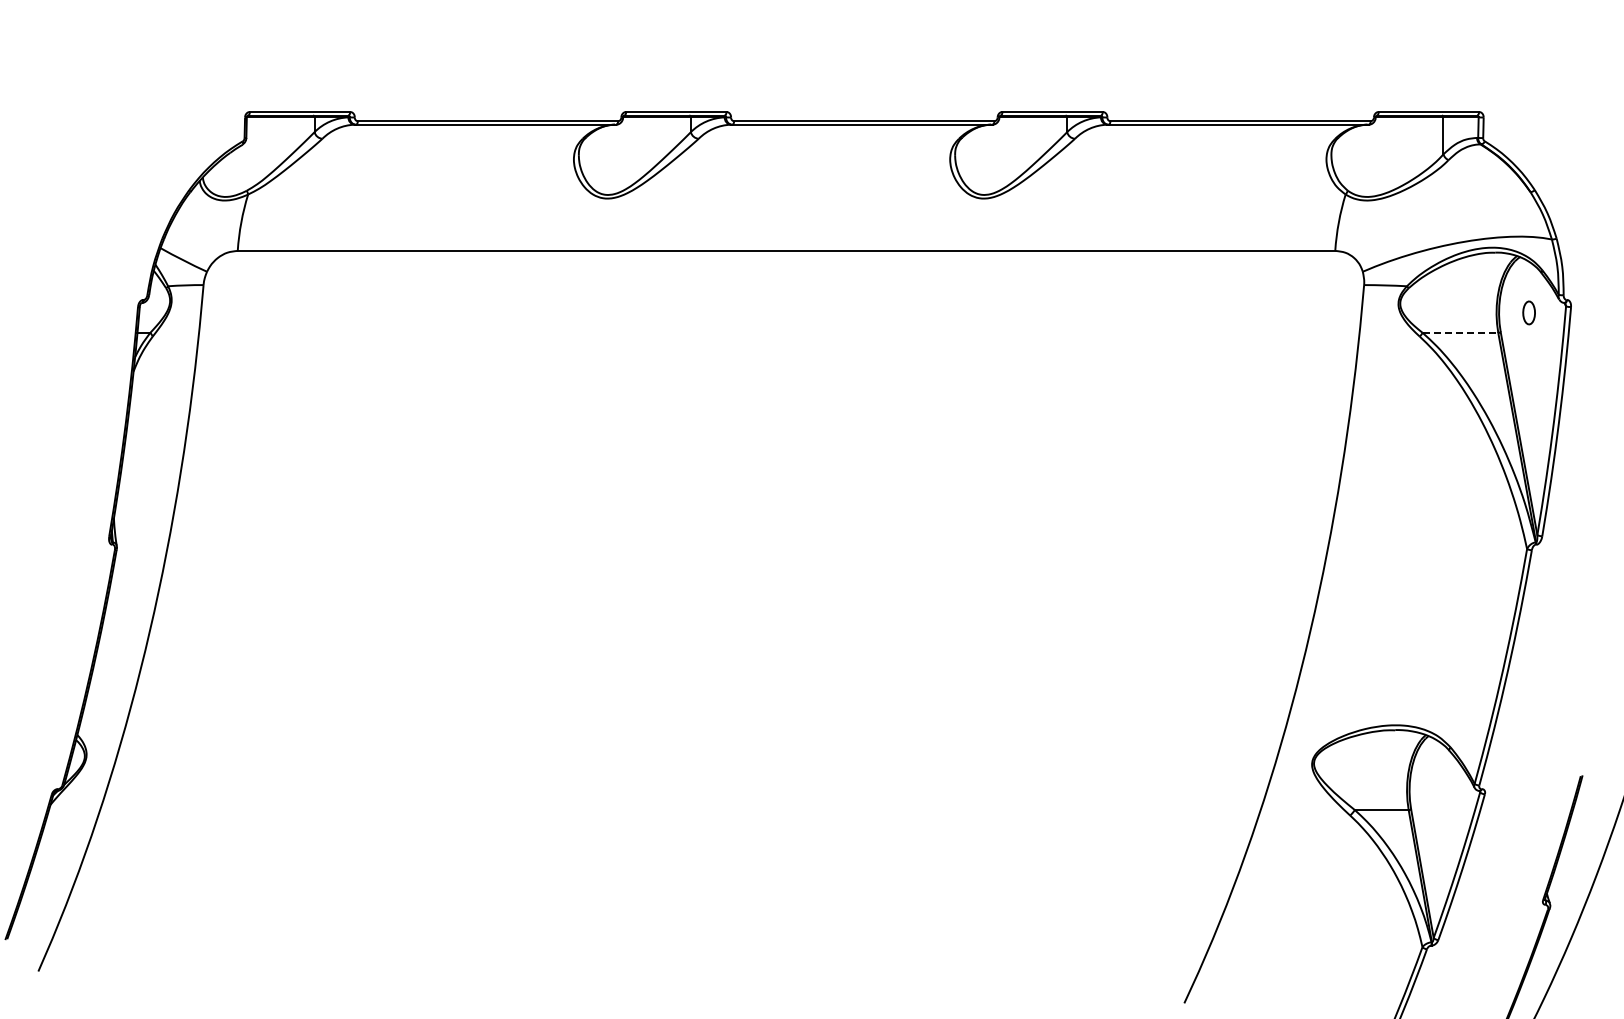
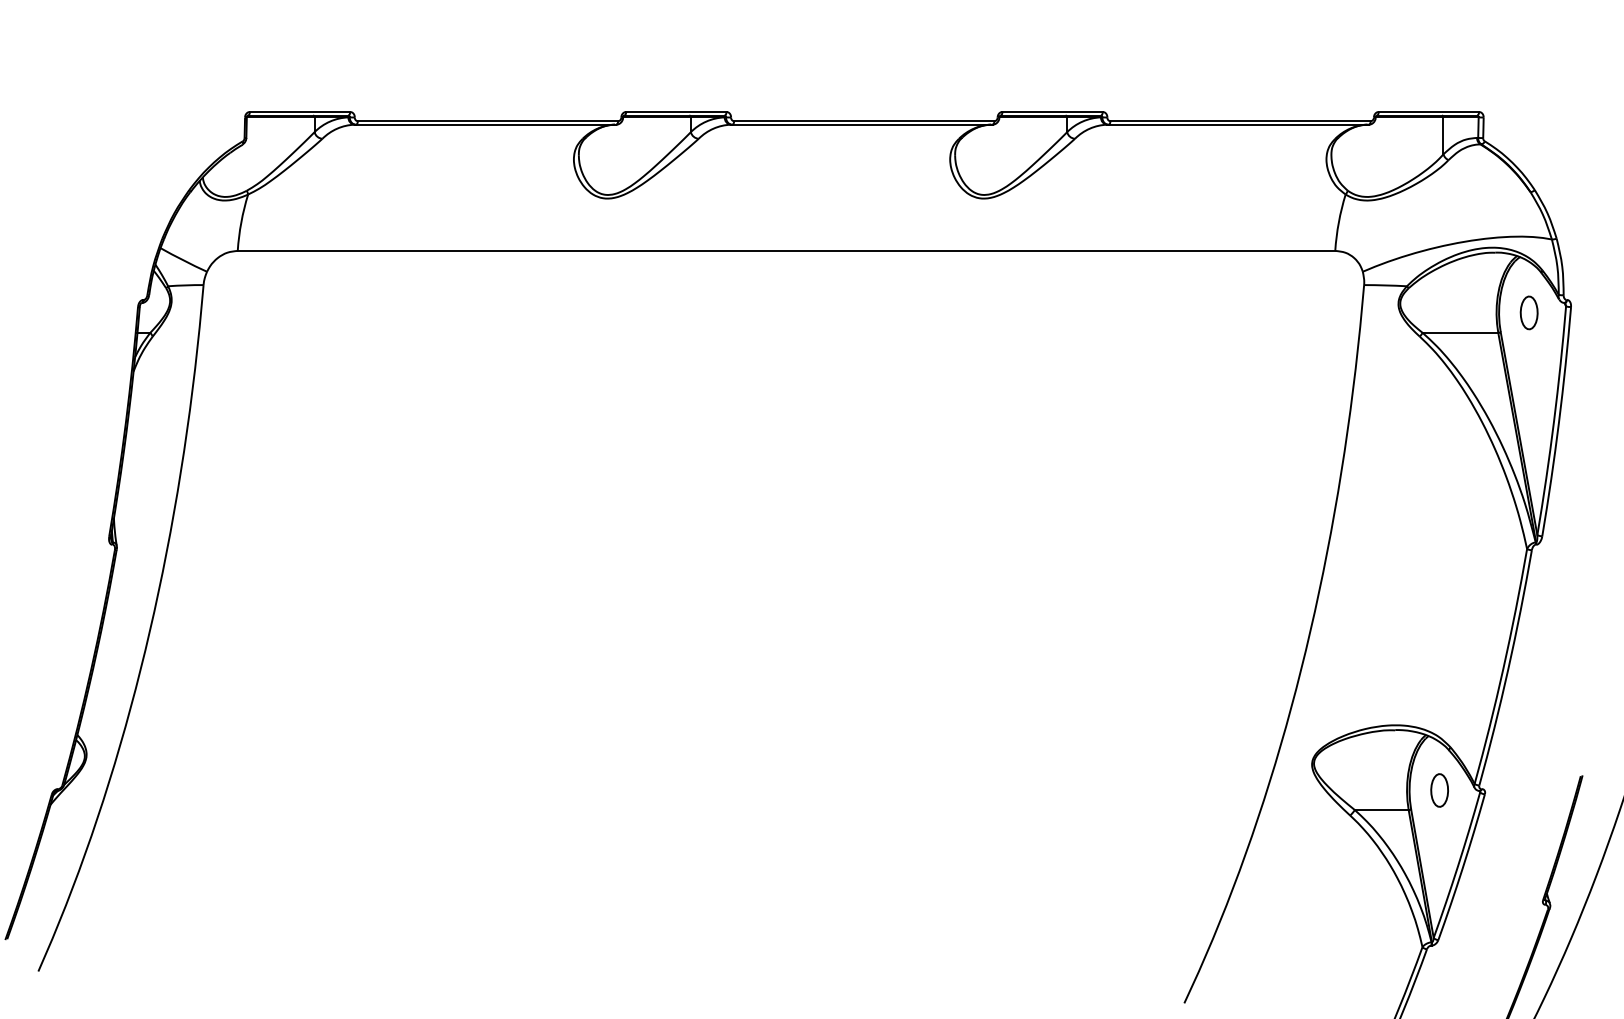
part at (1528, 312) size: 14x26 px -> 20x36 px
line at (1460, 332): dashed -> solid
part at (1439, 790): none -> present
